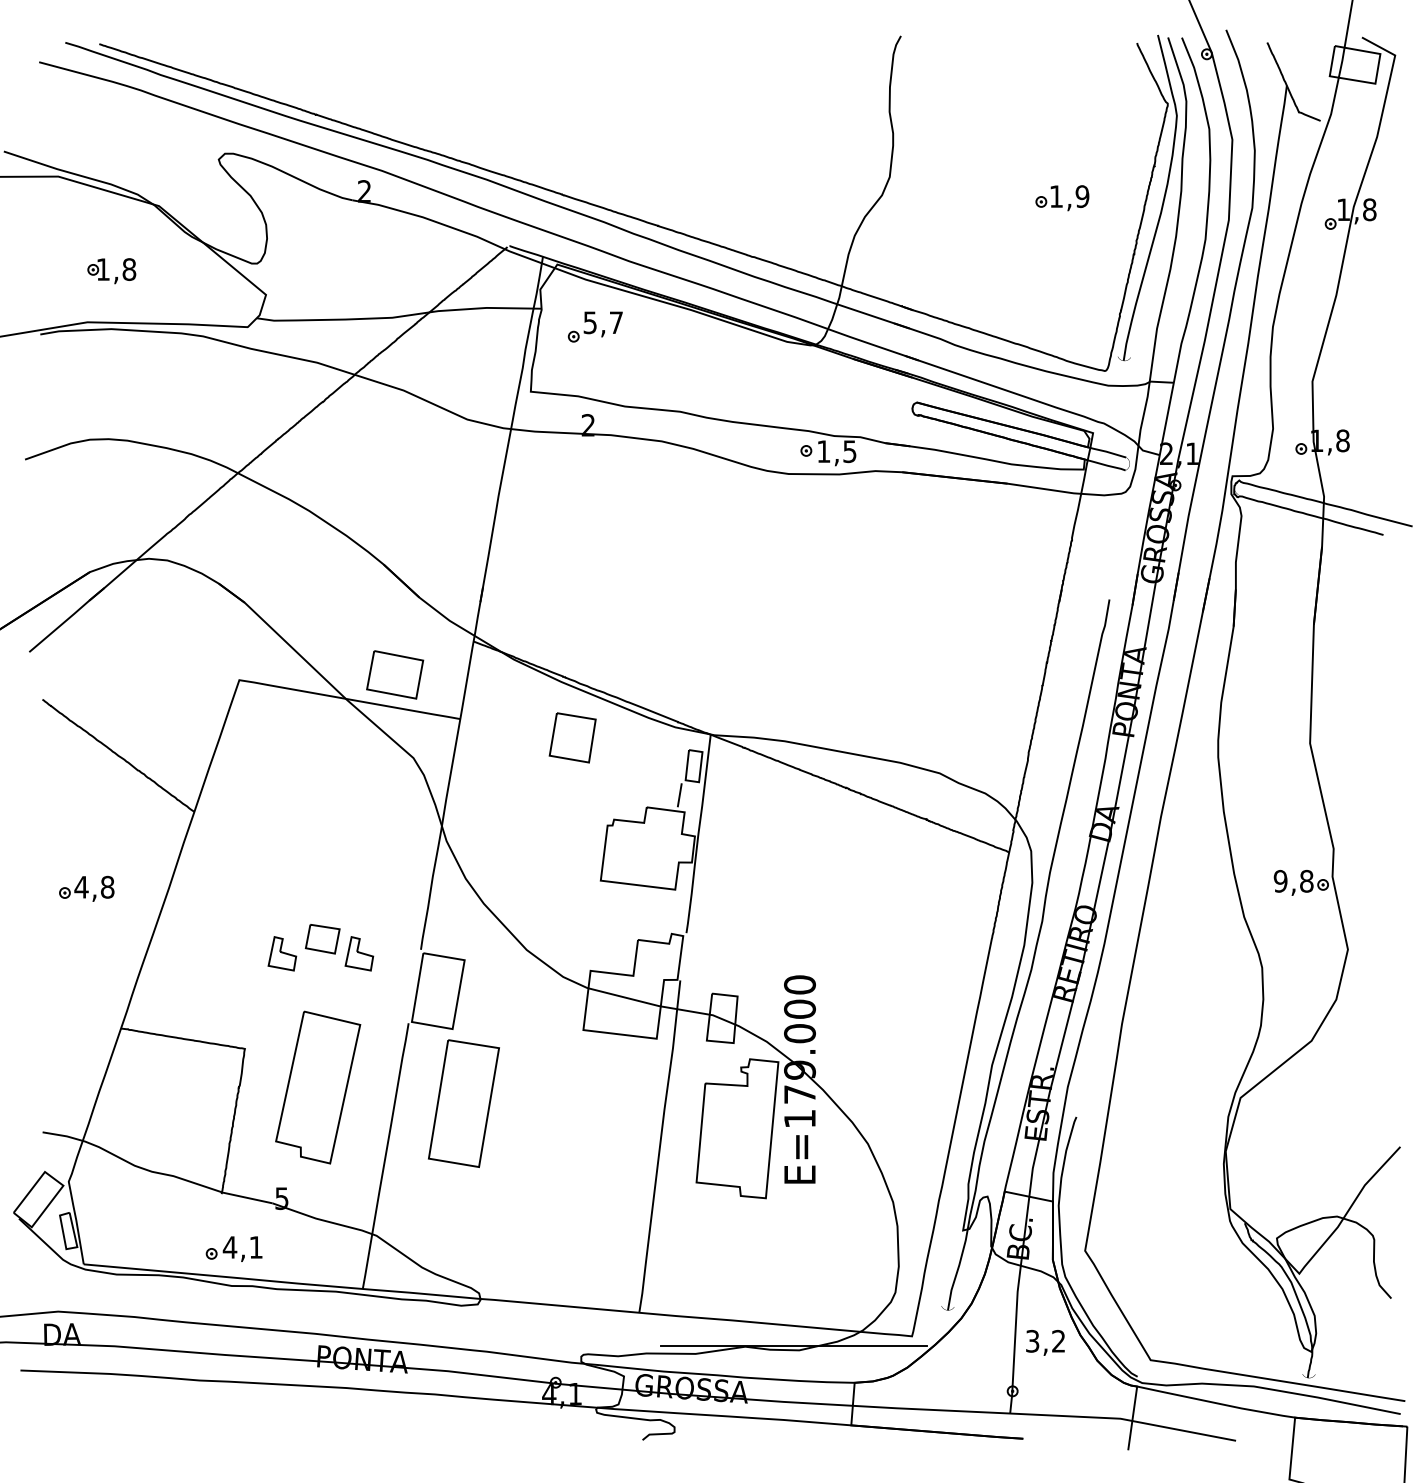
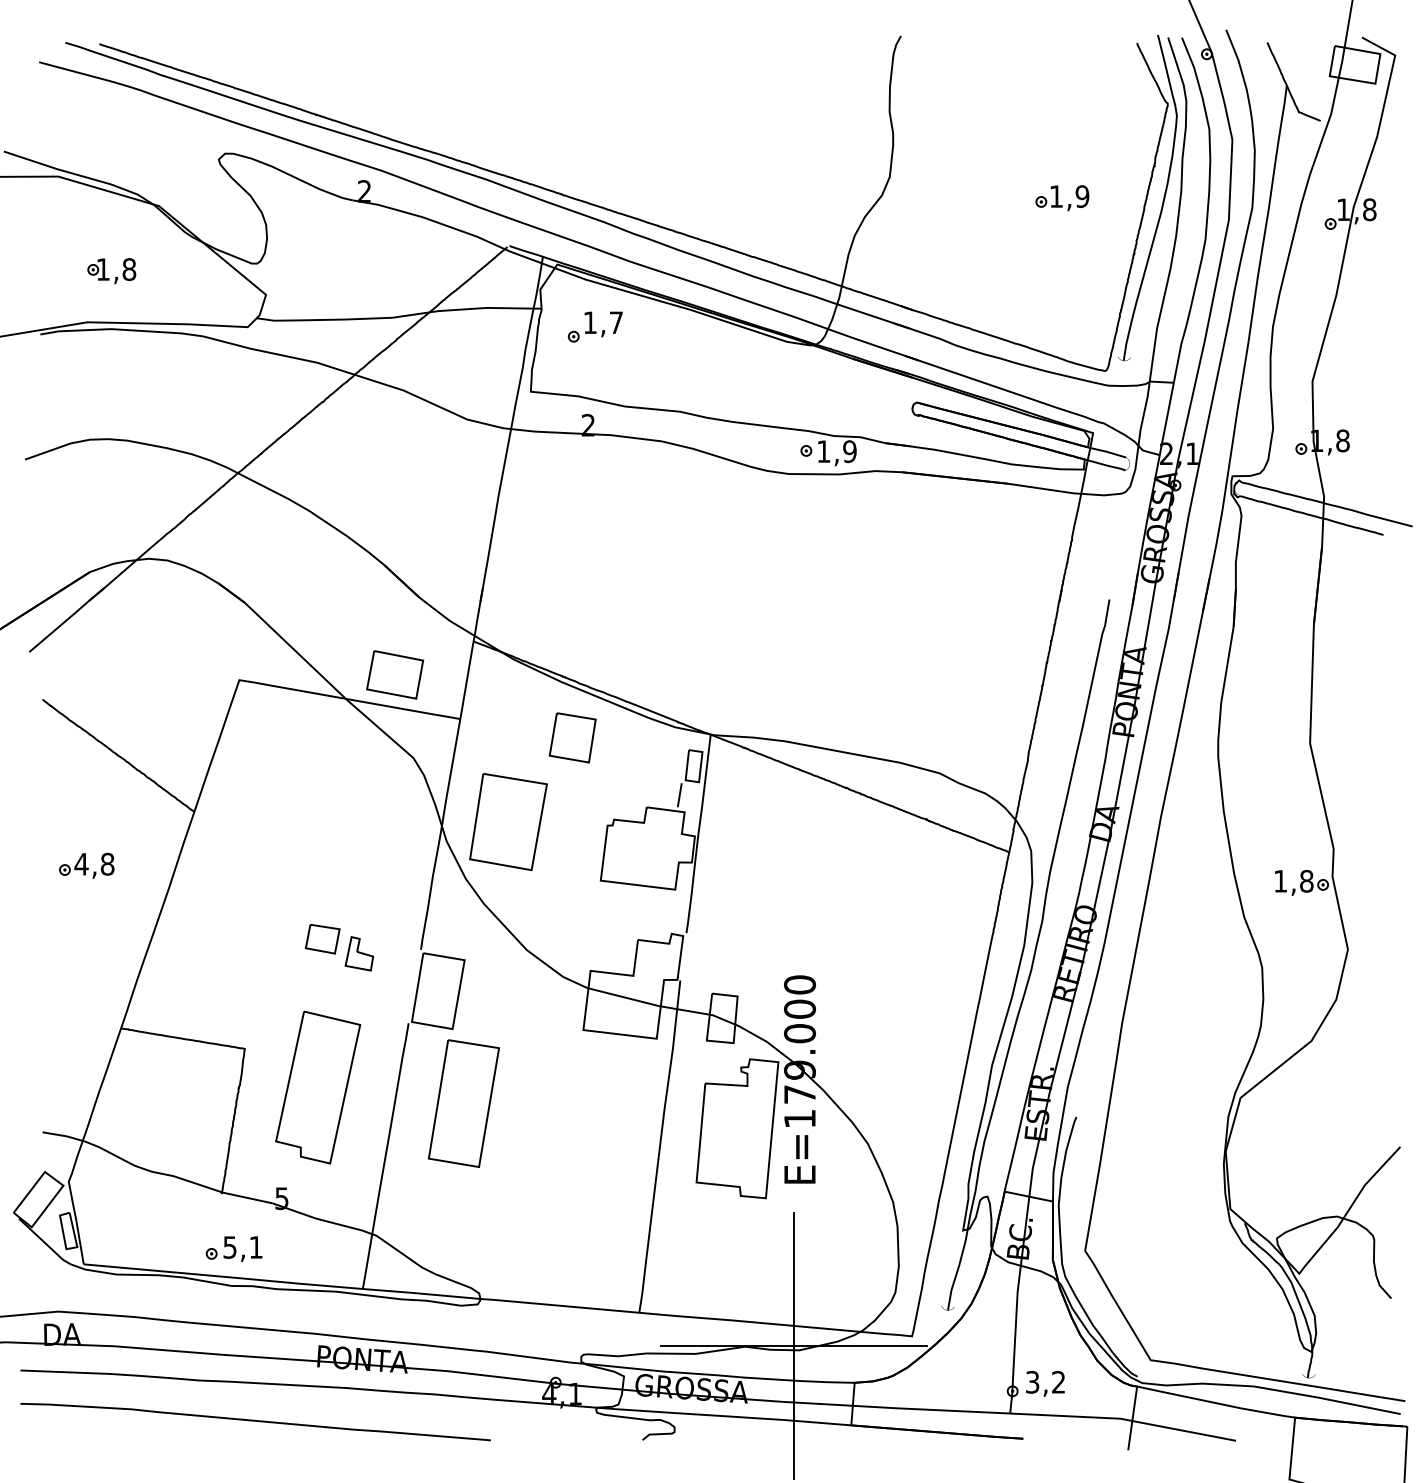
text at (589, 322): 5,7 -> 1,7
text at (849, 451): 1,5 -> 1,9
part at (508, 822): none -> present
text at (1280, 880): 9,8 -> 1,8
part at (86, 888) position: (86, 888) -> (86, 865)
part at (282, 953): present -> none
text at (229, 1247): 4,1 -> 5,1
text at (1045, 1342) position: (1045, 1342) -> (1045, 1383)
line at (793, 1346): none -> present
curve at (255, 1421): none -> present
